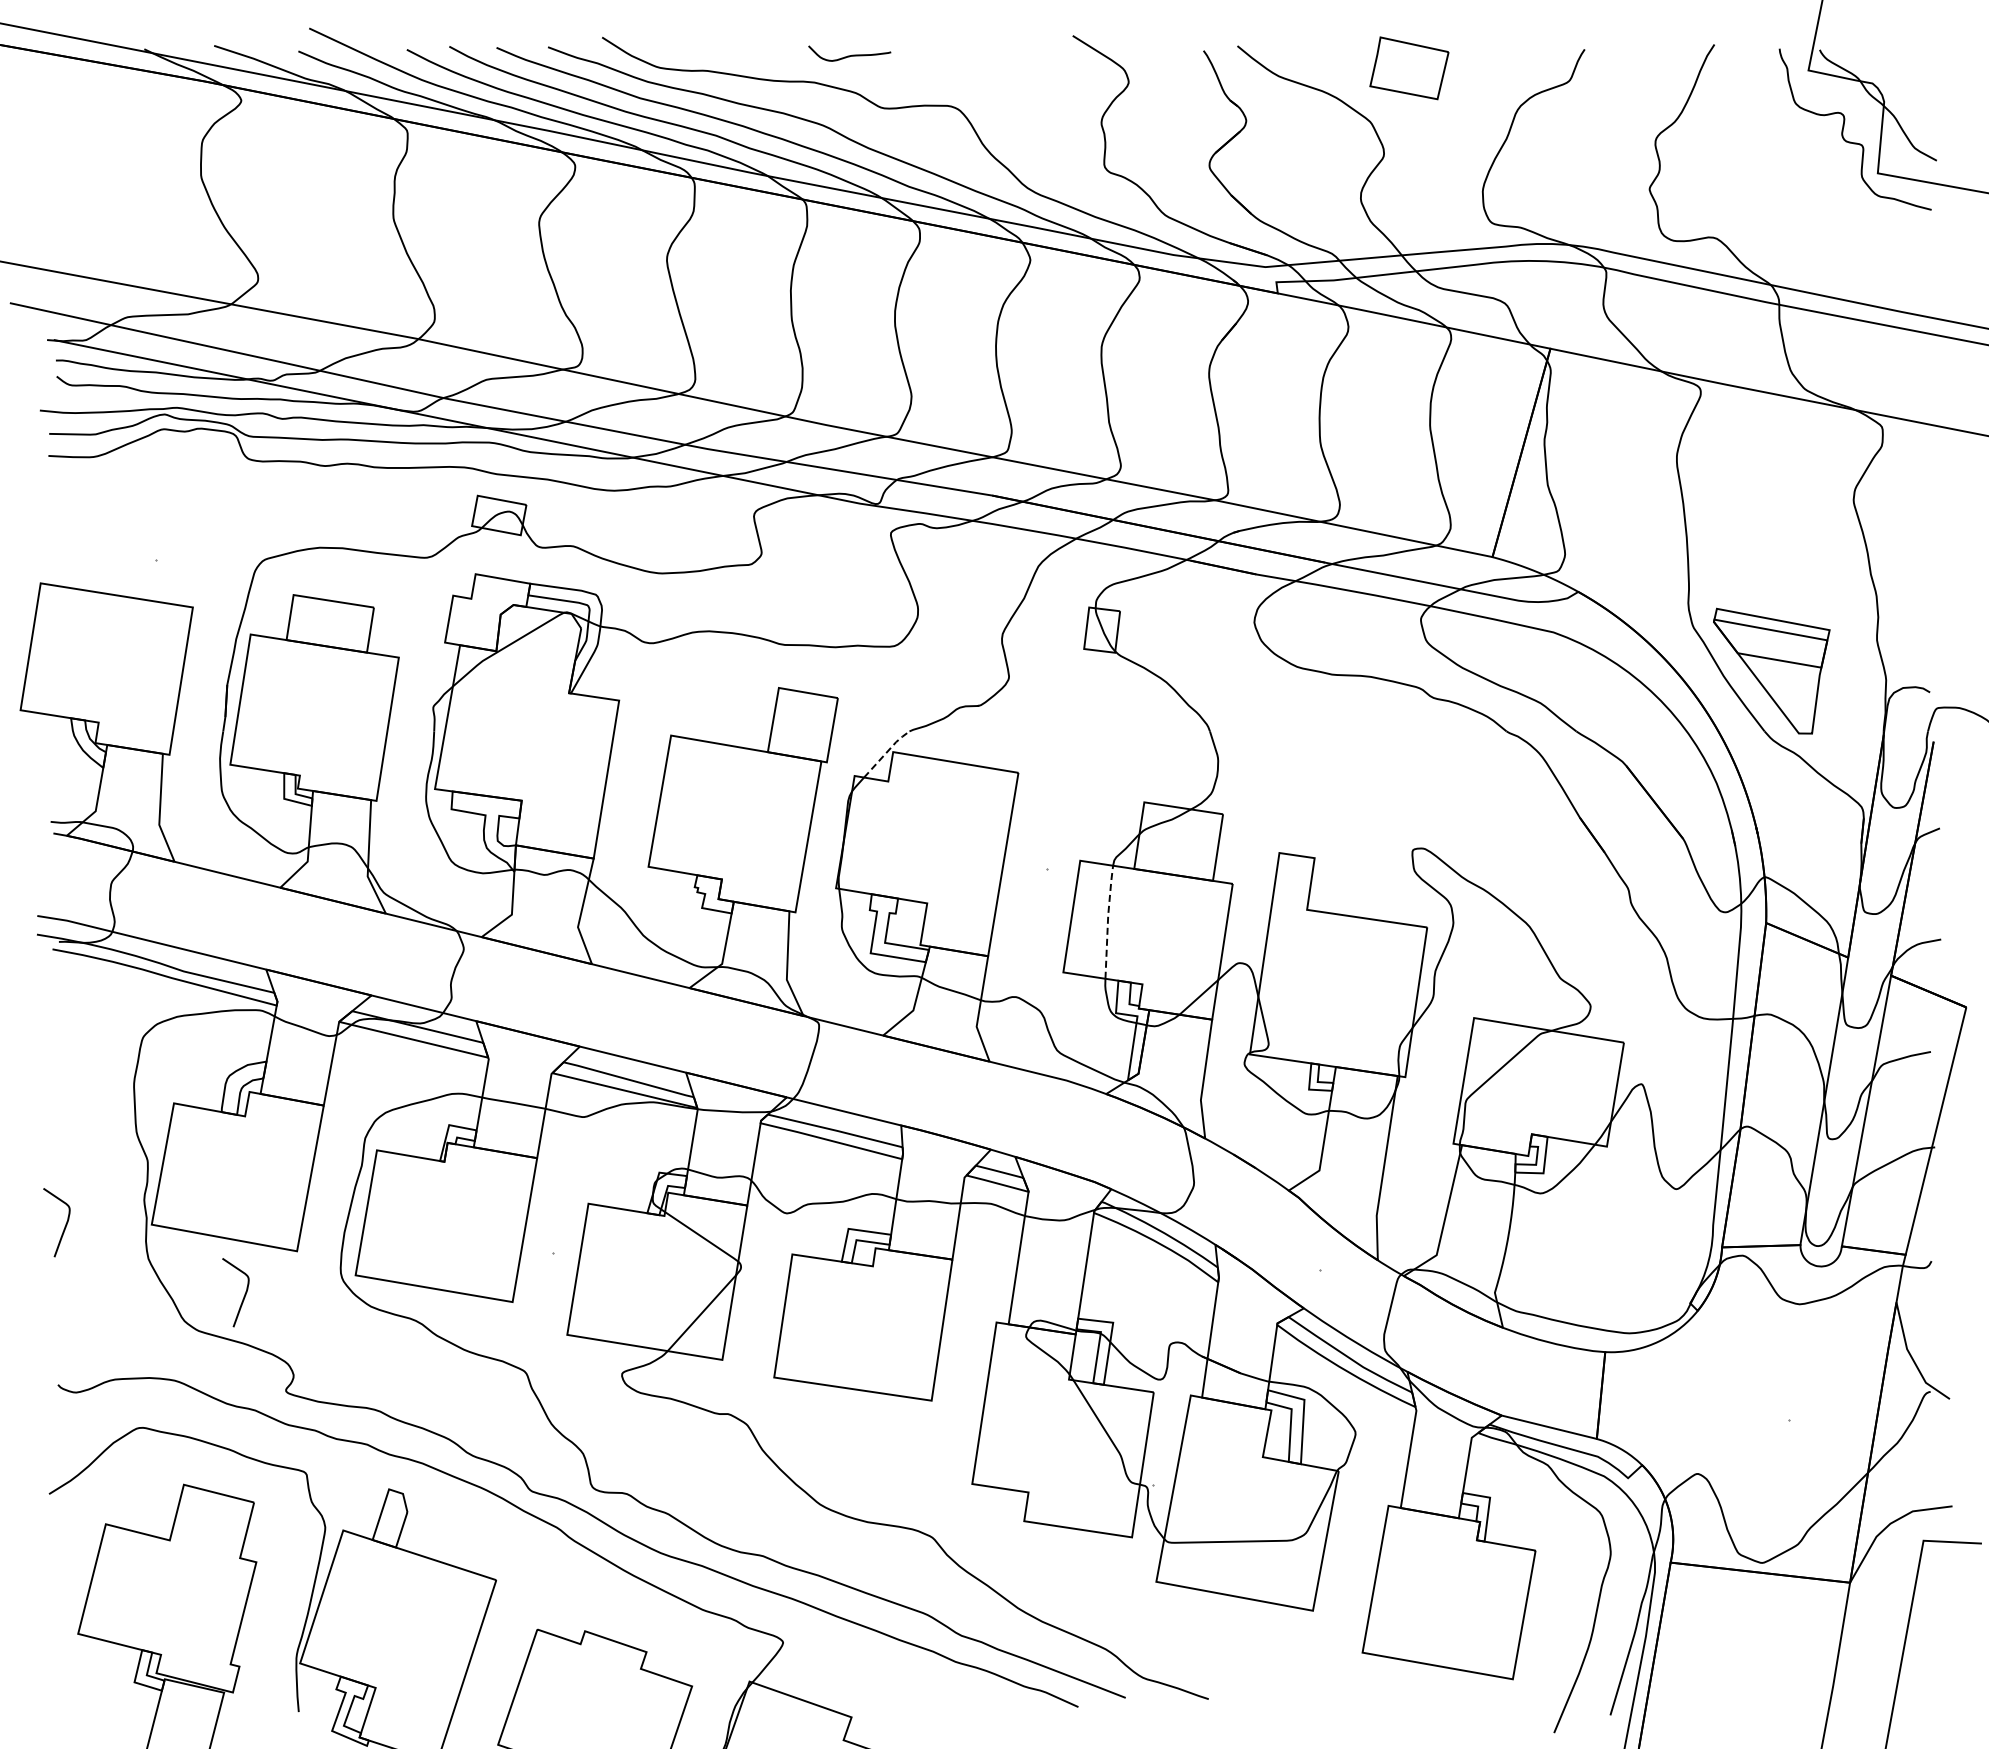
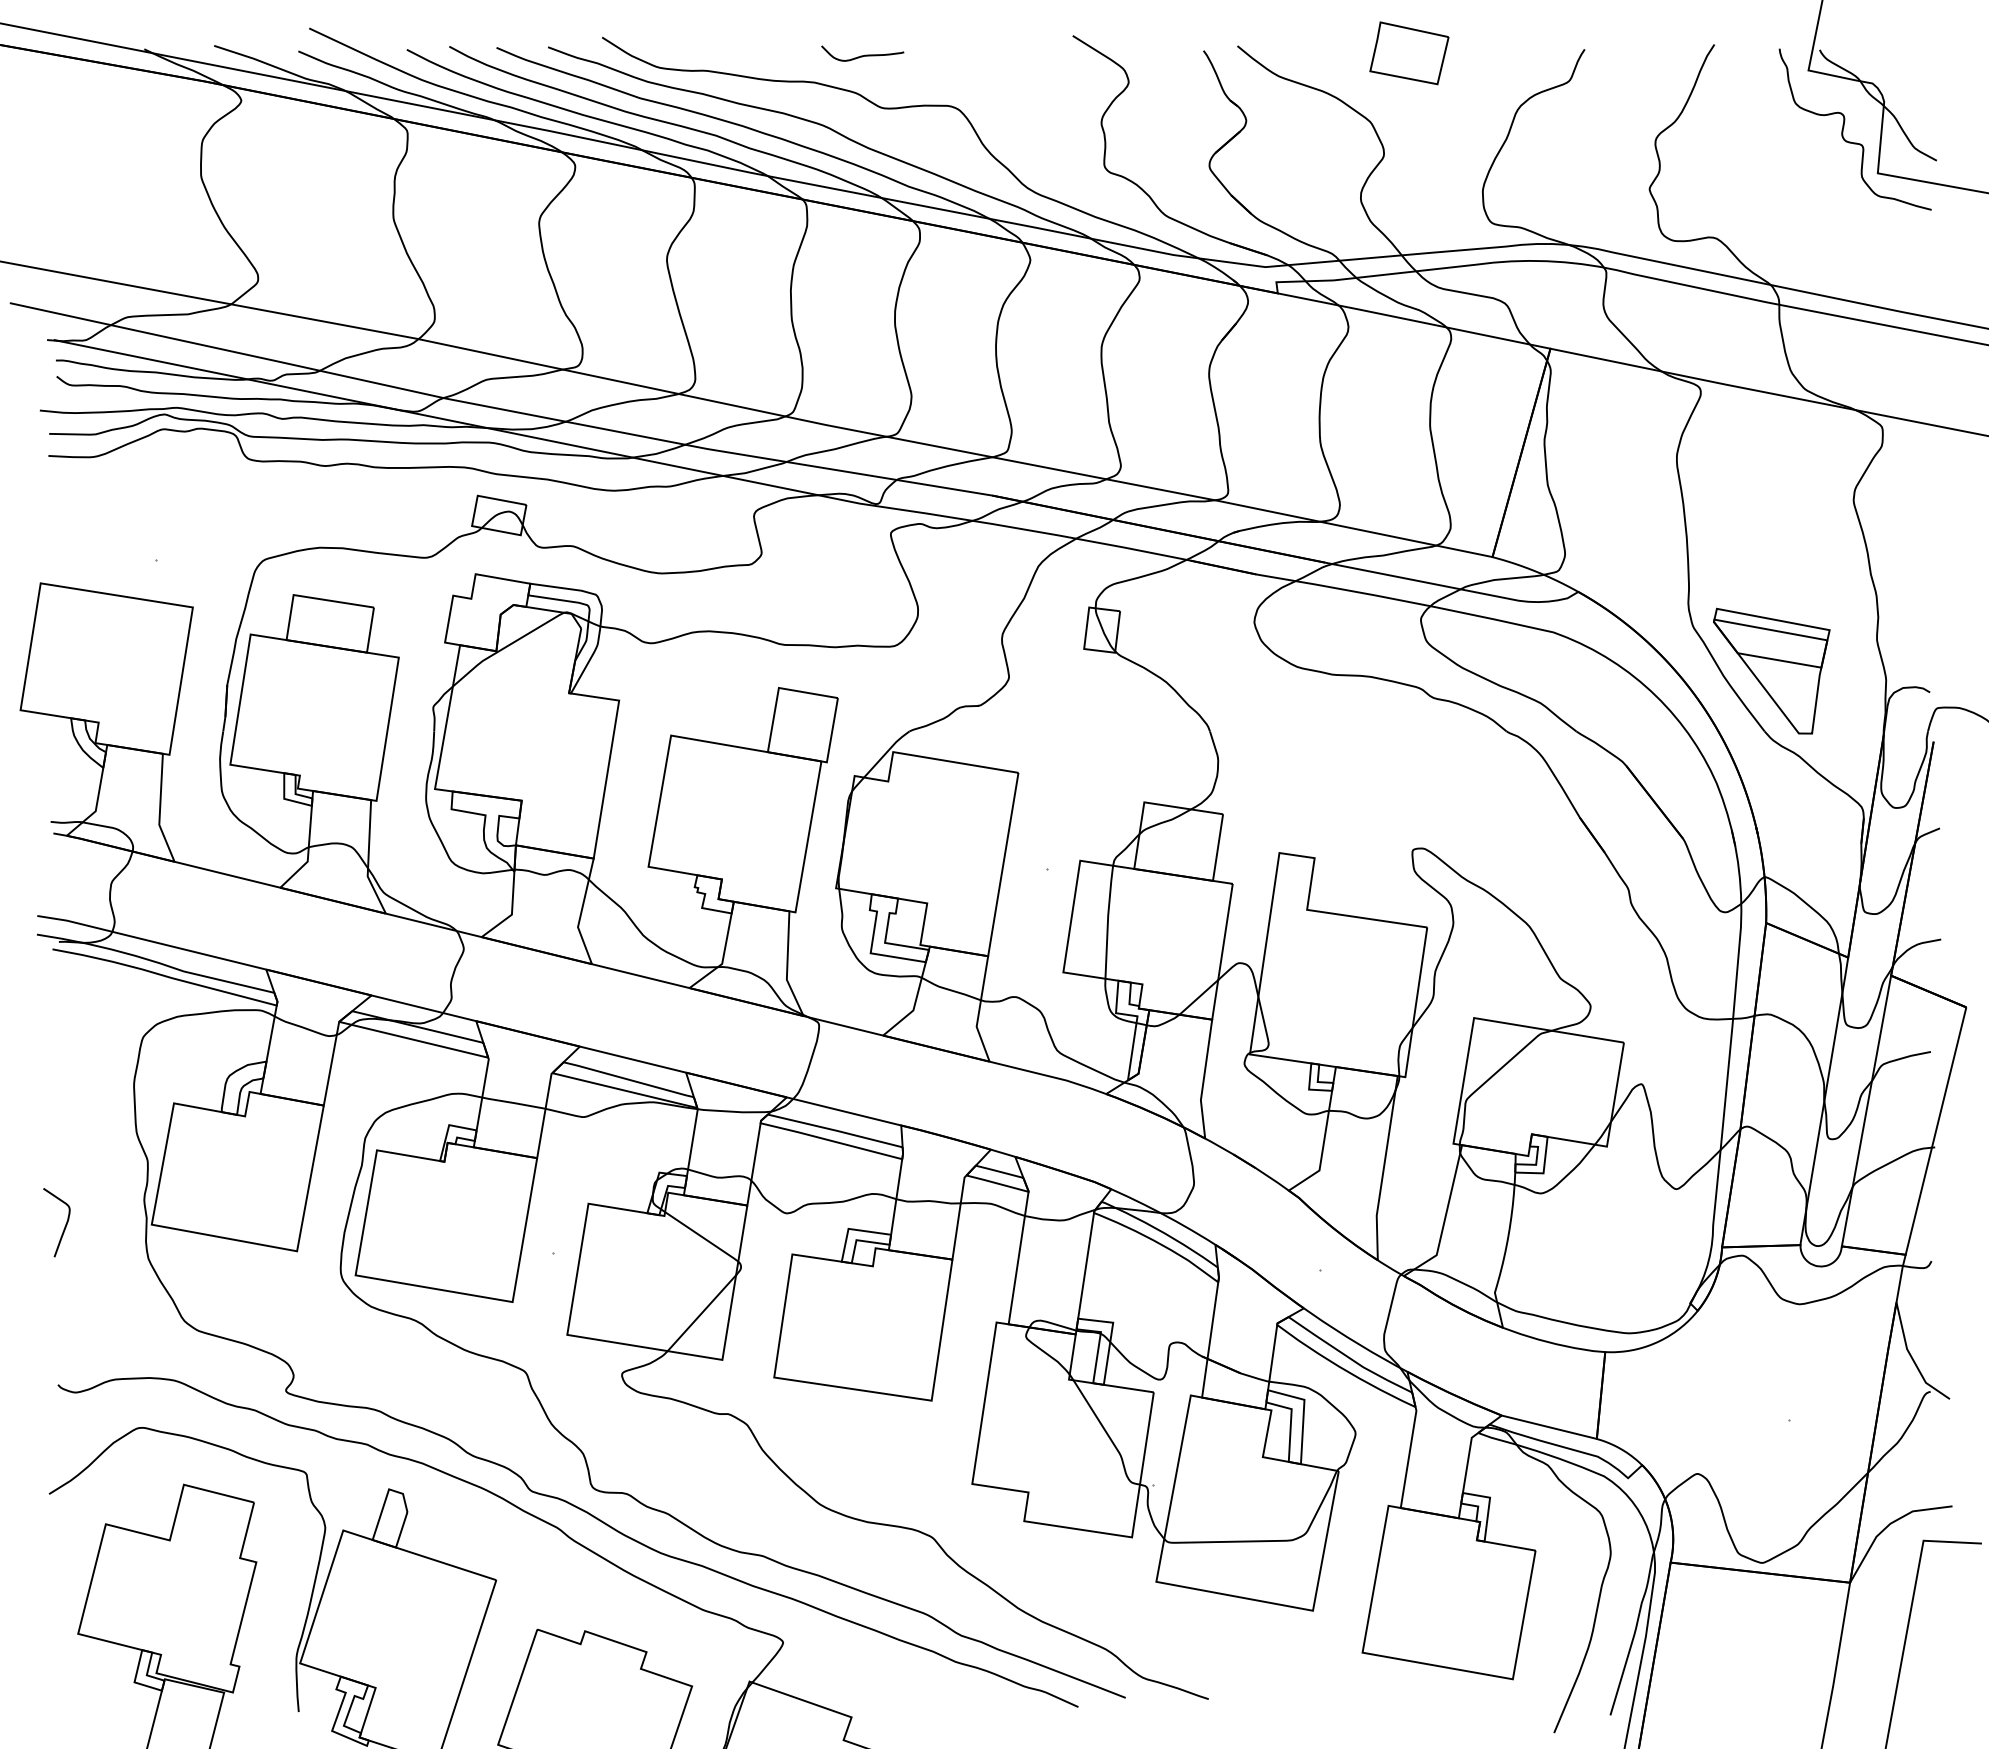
curve at (849, 55) position: (849, 55) -> (862, 55)
part at (1409, 68) position: (1409, 68) -> (1409, 53)
line at (886, 752): dashed -> solid
line at (1107, 920): dashed -> solid
curve at (243, 1296): present -> none
